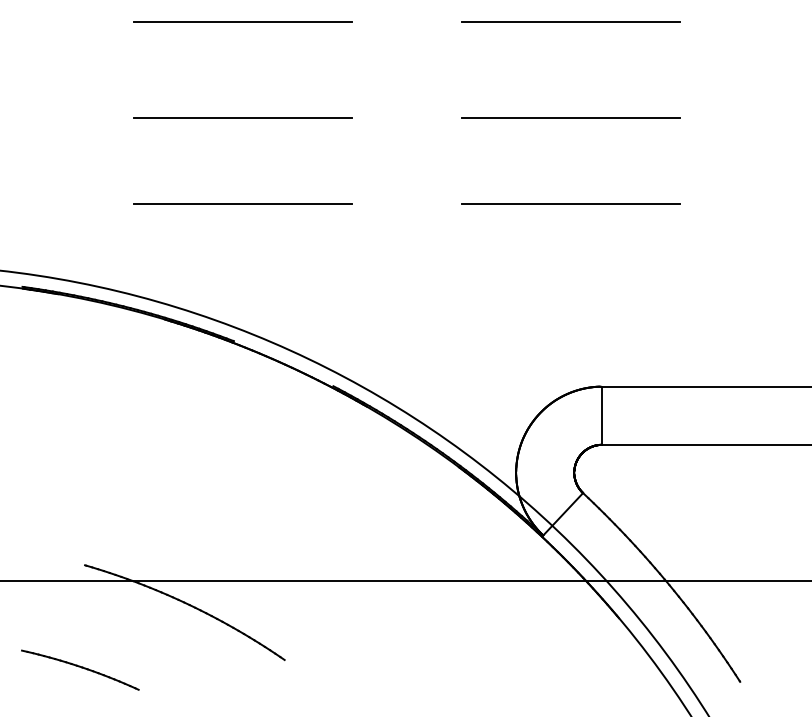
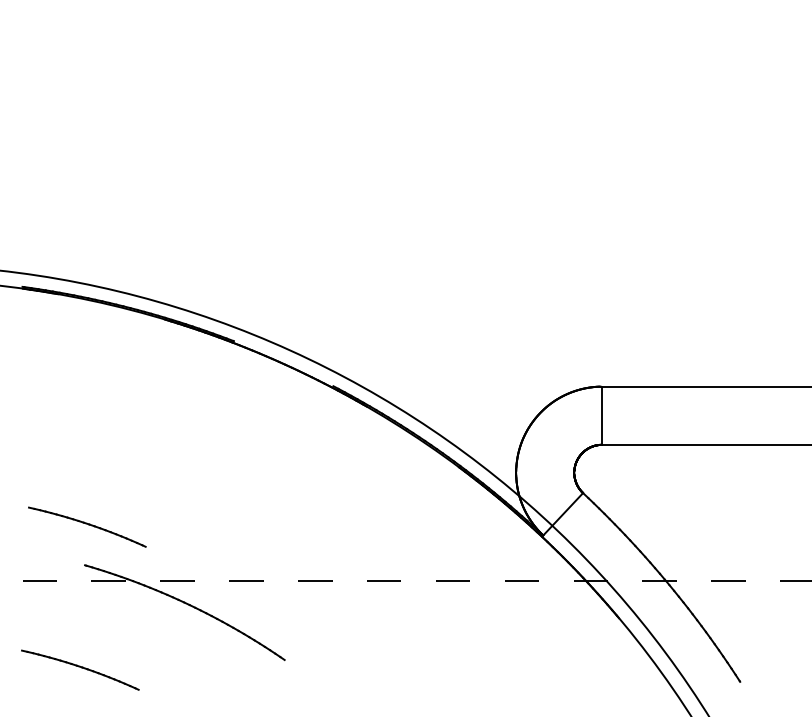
line at (242, 21): present -> none
line at (570, 21): present -> none
line at (242, 117): present -> none
line at (570, 117): present -> none
line at (242, 203): present -> none
line at (570, 203): present -> none
part at (87, 526): none -> present
line at (405, 580): solid -> dashed
